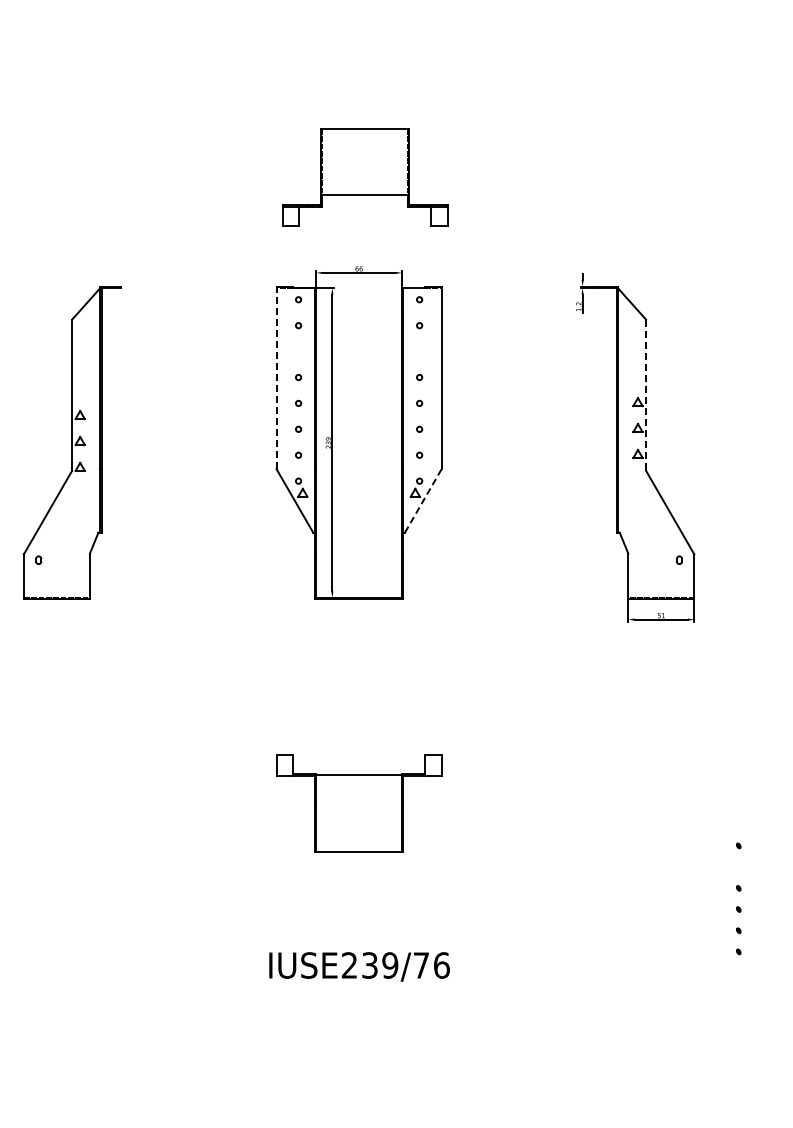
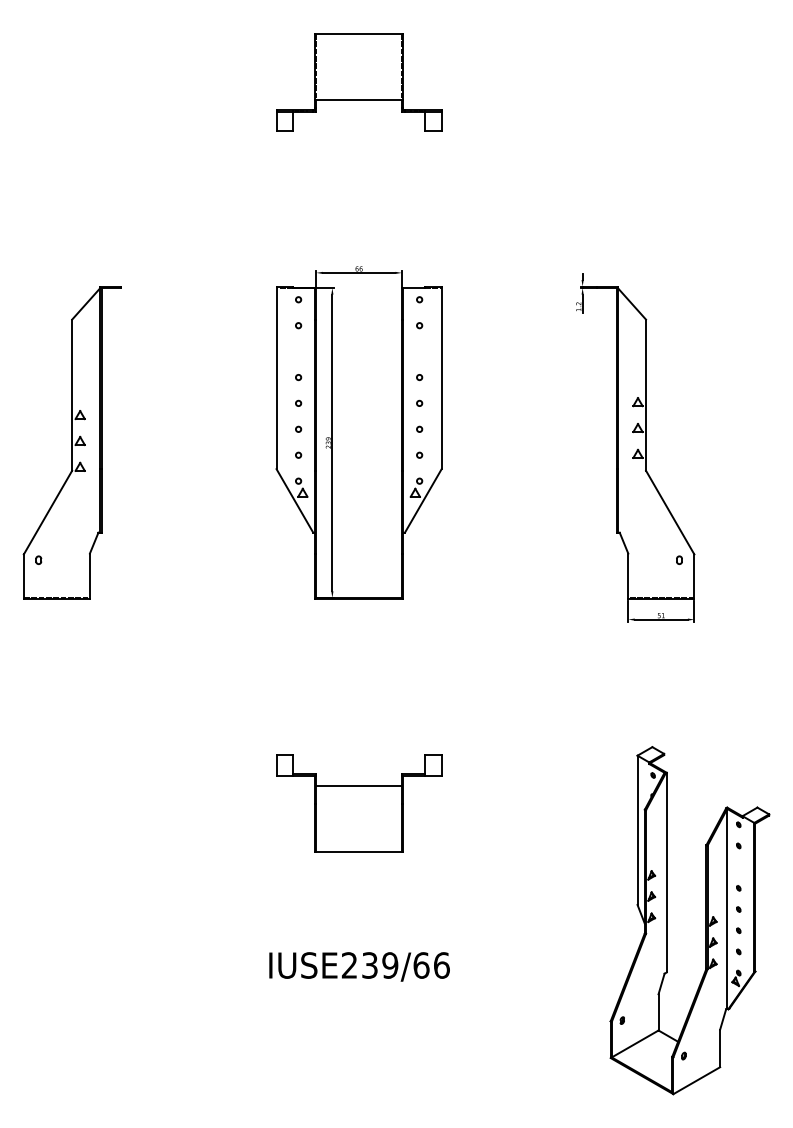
part at (365, 177) position: (365, 177) -> (359, 82)
line at (276, 377): dashed -> solid
line at (646, 395): dashed -> solid
line at (423, 500): dashed -> solid
line at (358, 775) position: (358, 775) -> (358, 786)
part at (705, 920): none -> present
text at (421, 965): IUSE239/76 -> IUSE239/66
